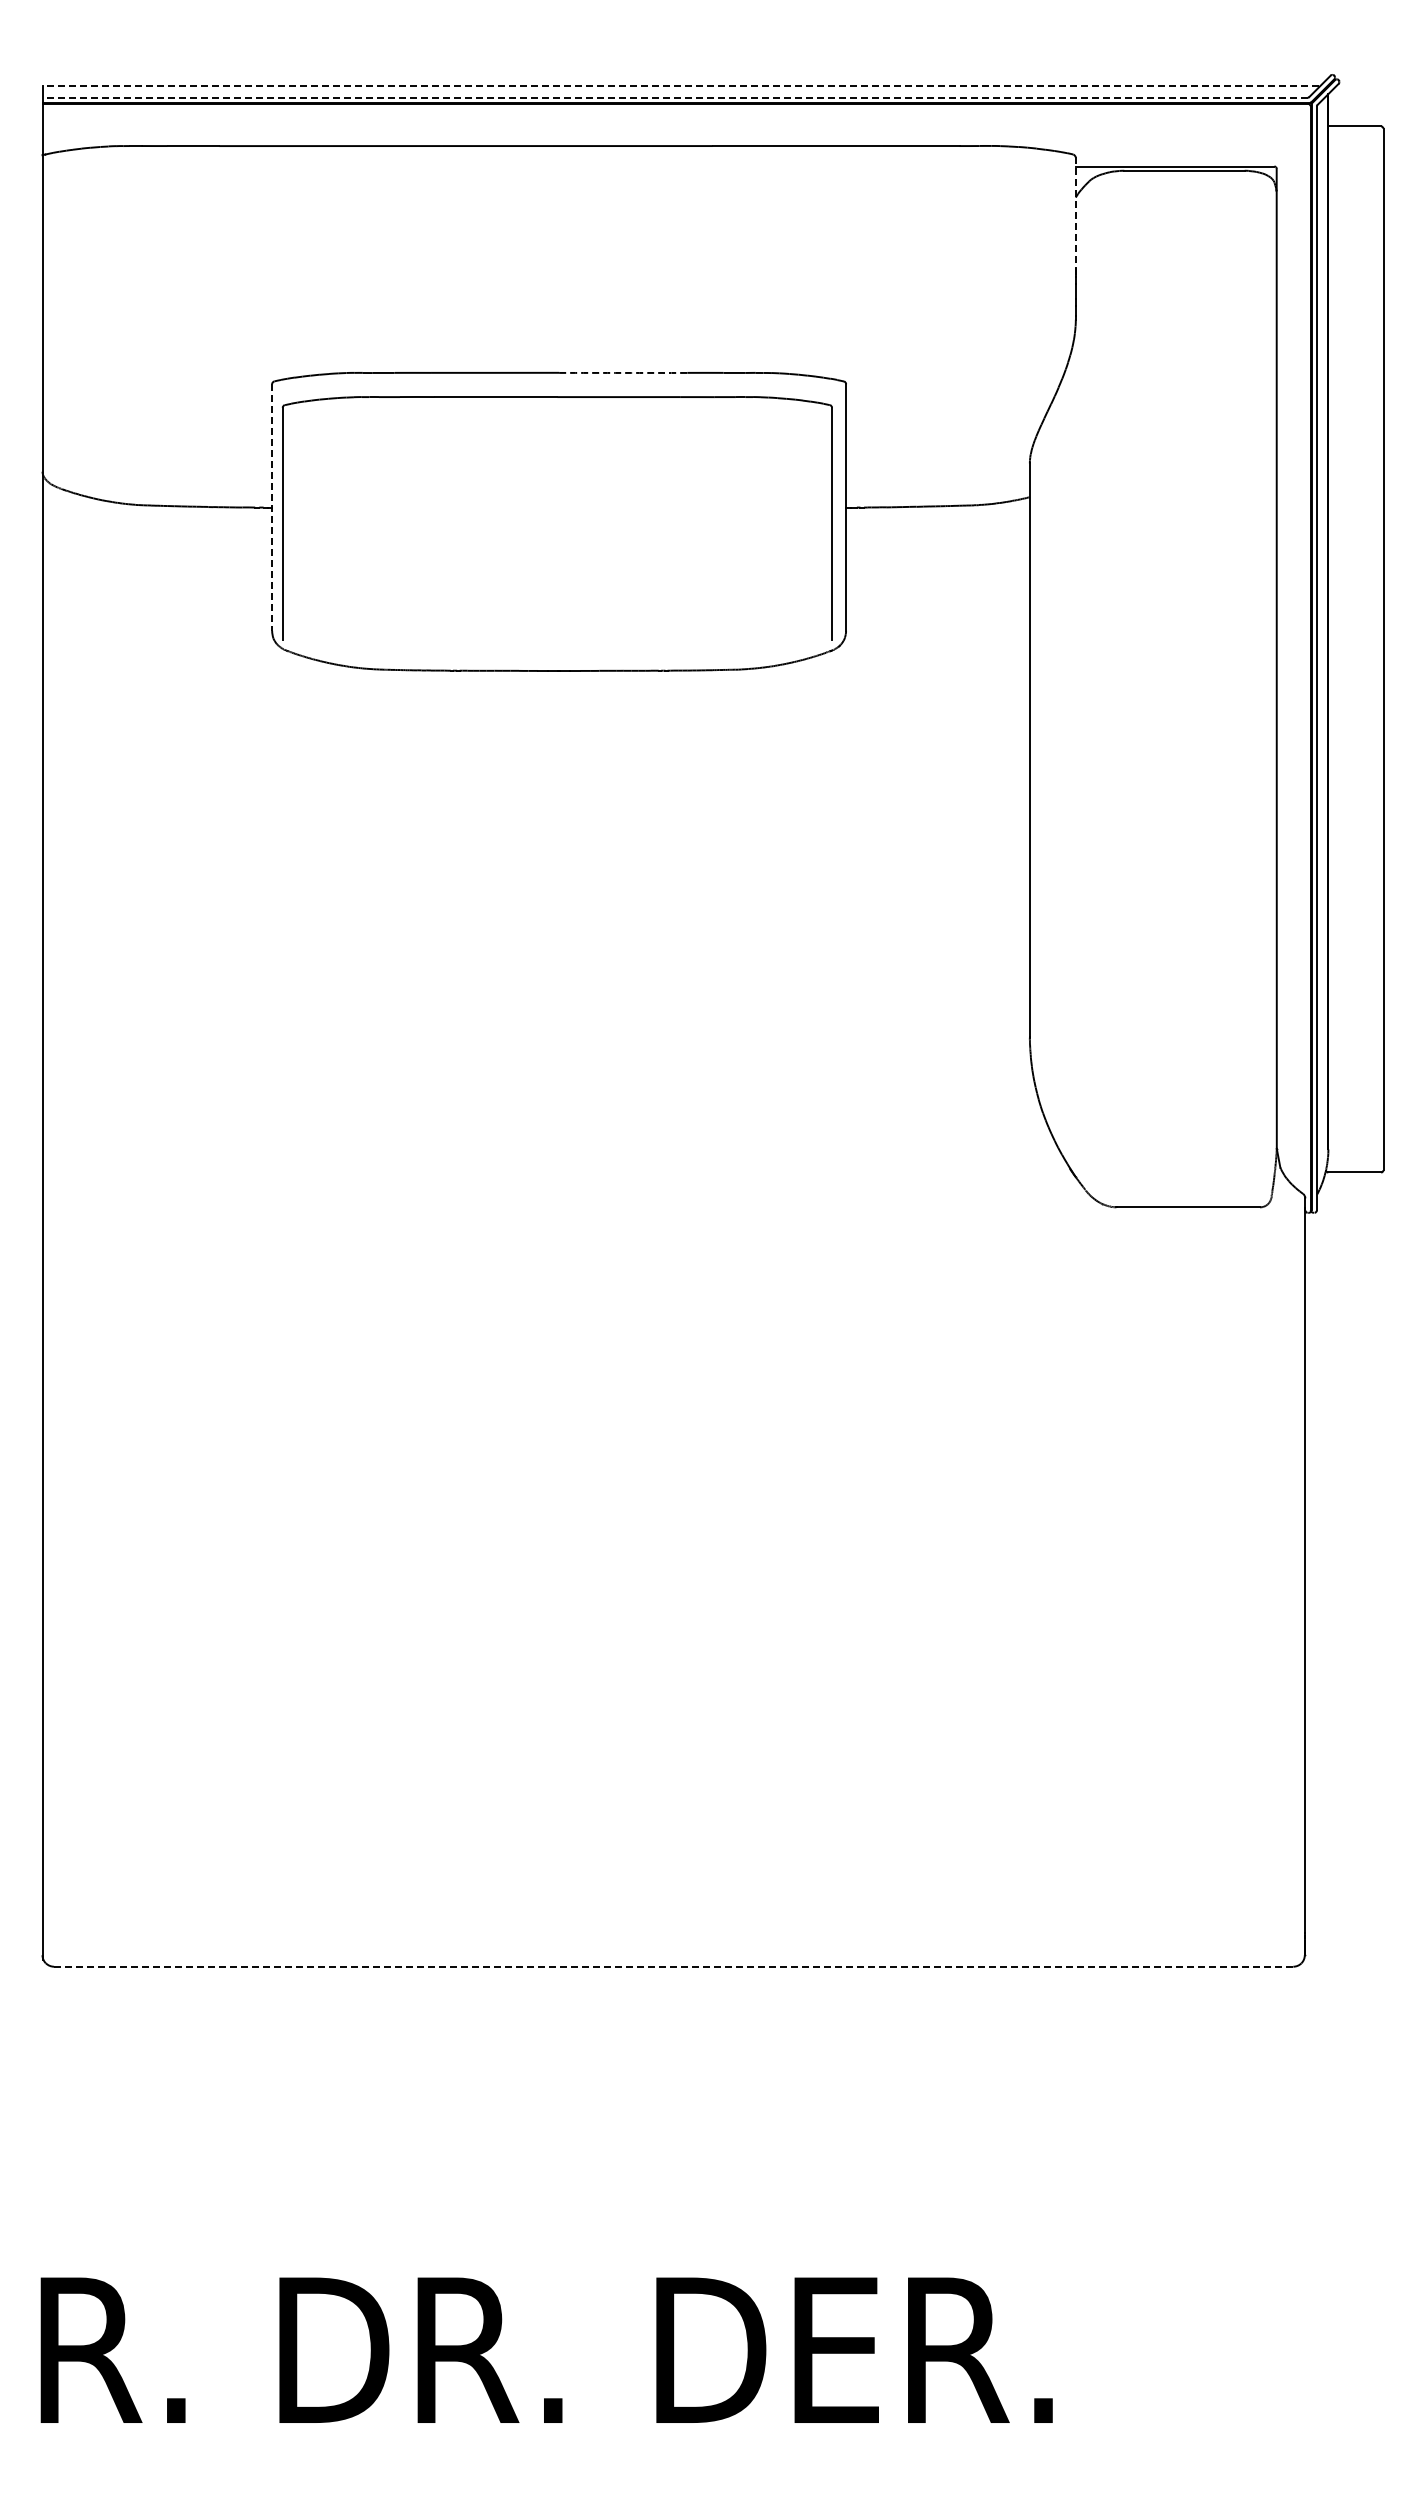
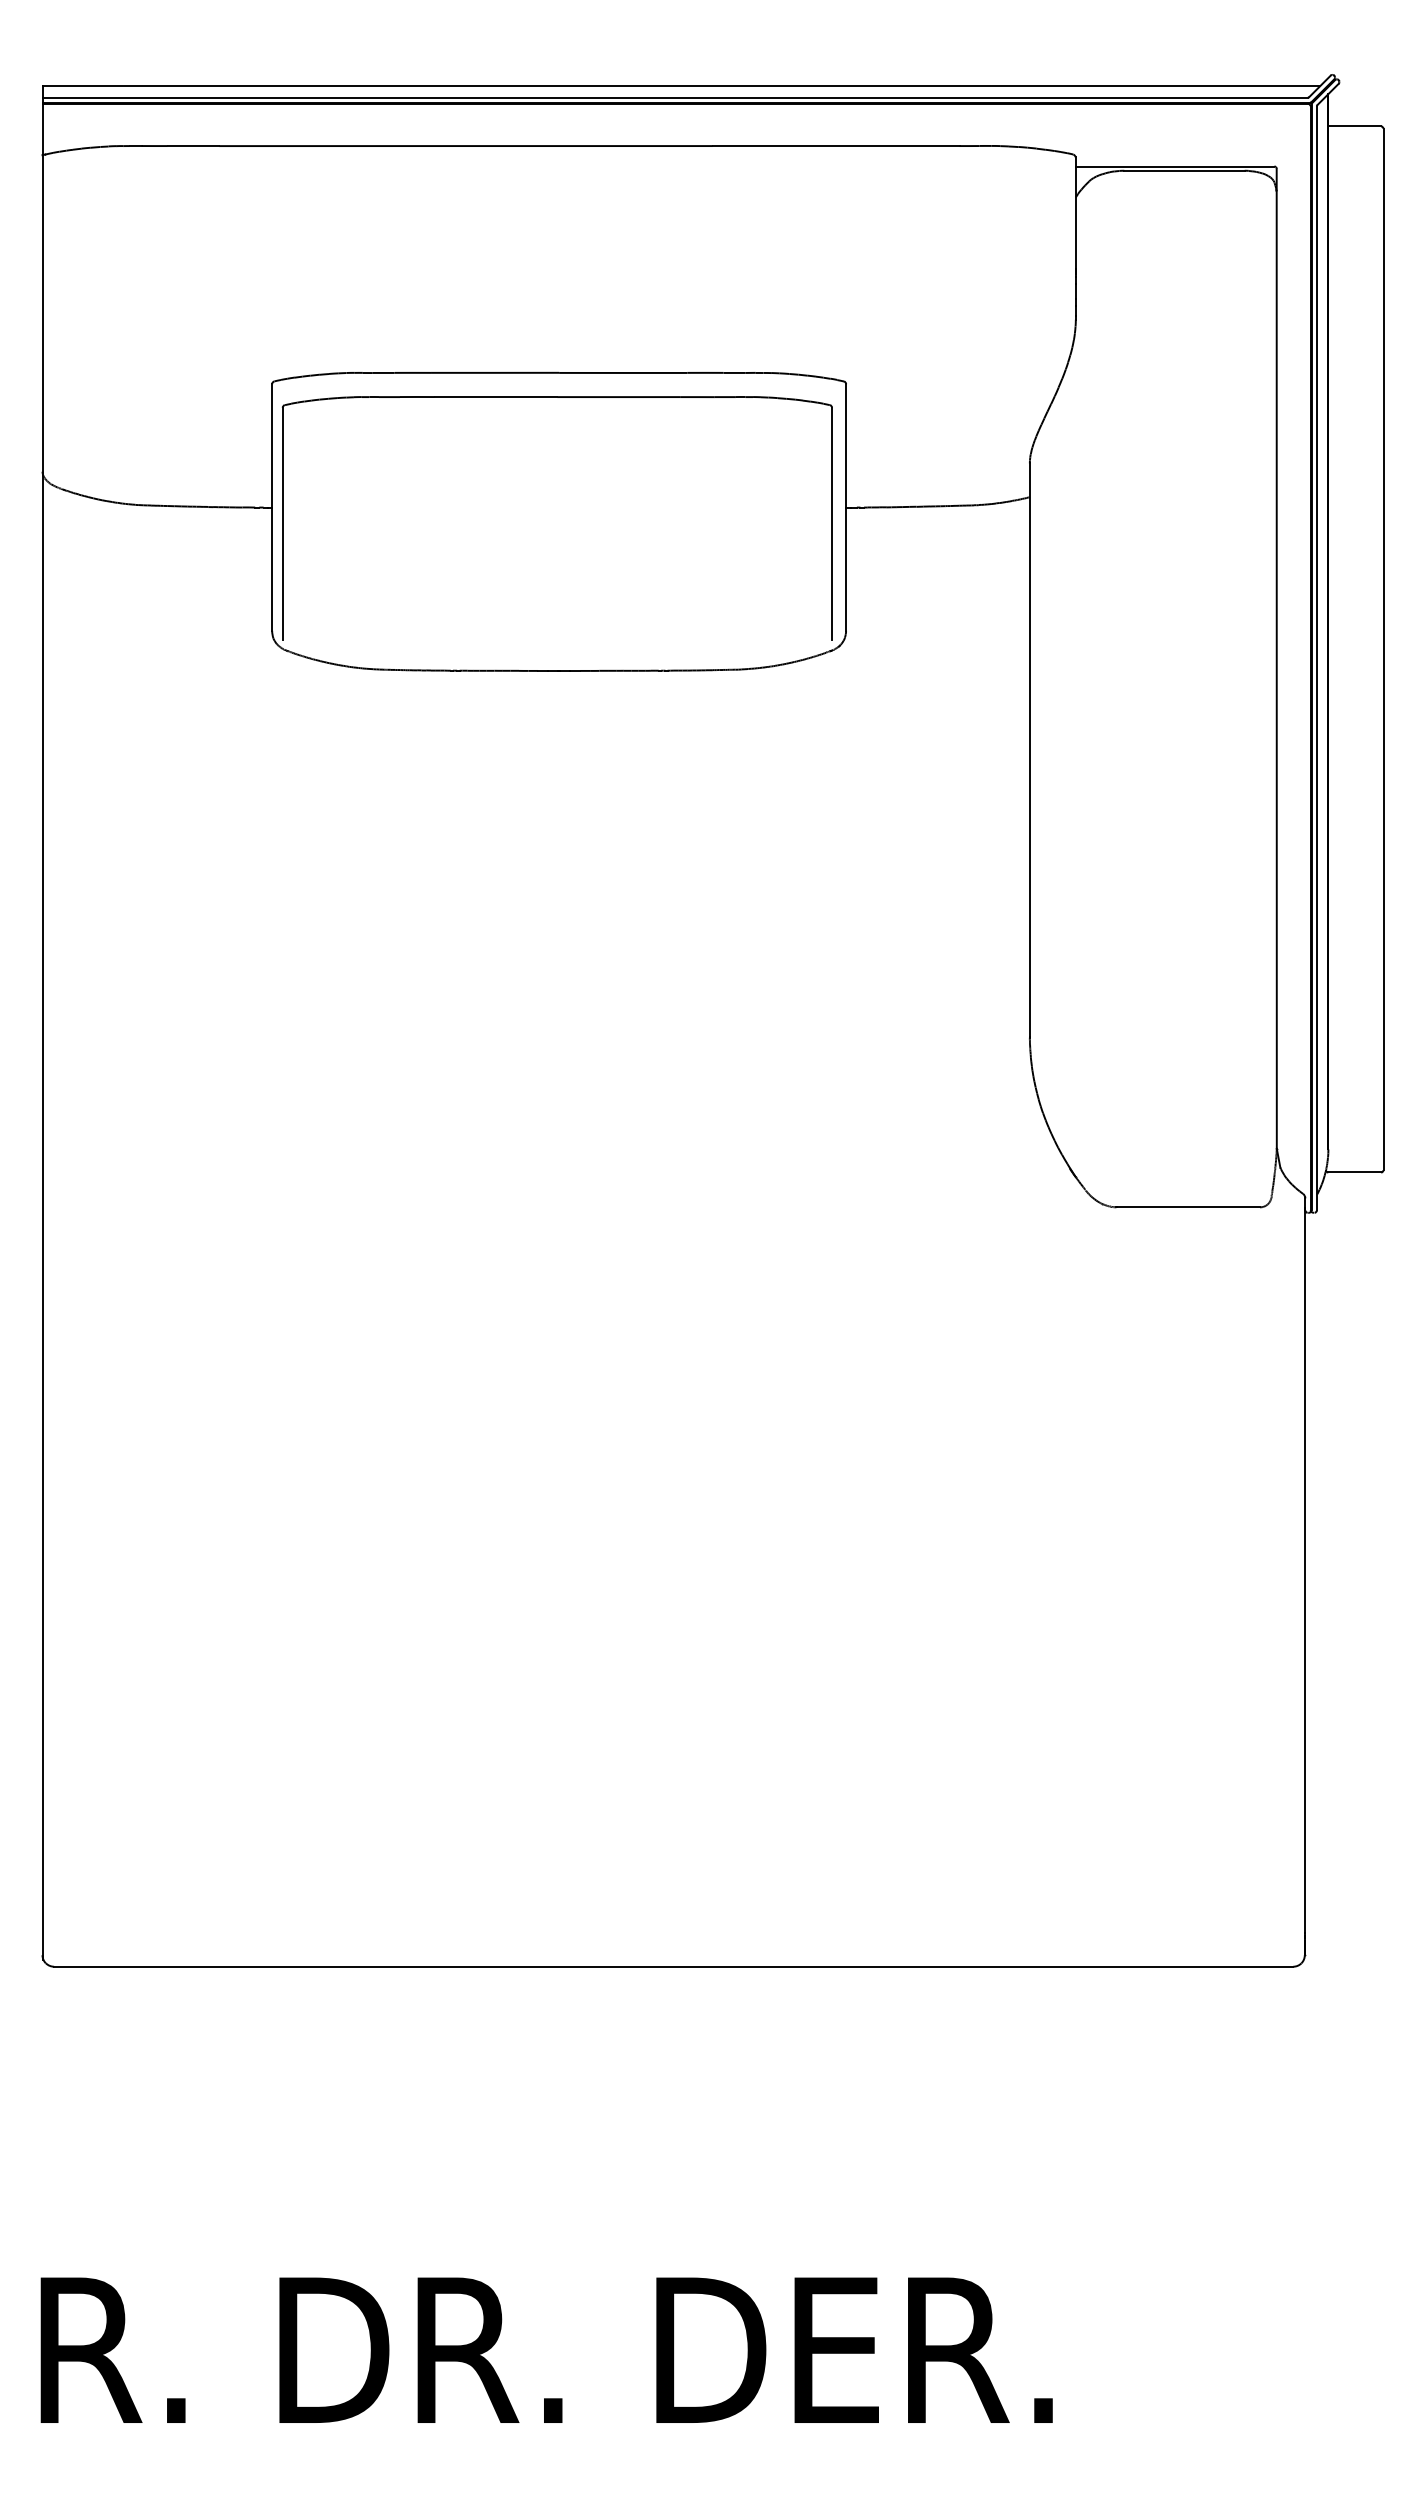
line at (680, 86): dashed -> solid
line at (675, 97): dashed -> solid
line at (1075, 213): dashed -> solid
arc at (623, 372): dashed -> solid
line at (272, 508): dashed -> solid
line at (673, 1966): dashed -> solid
